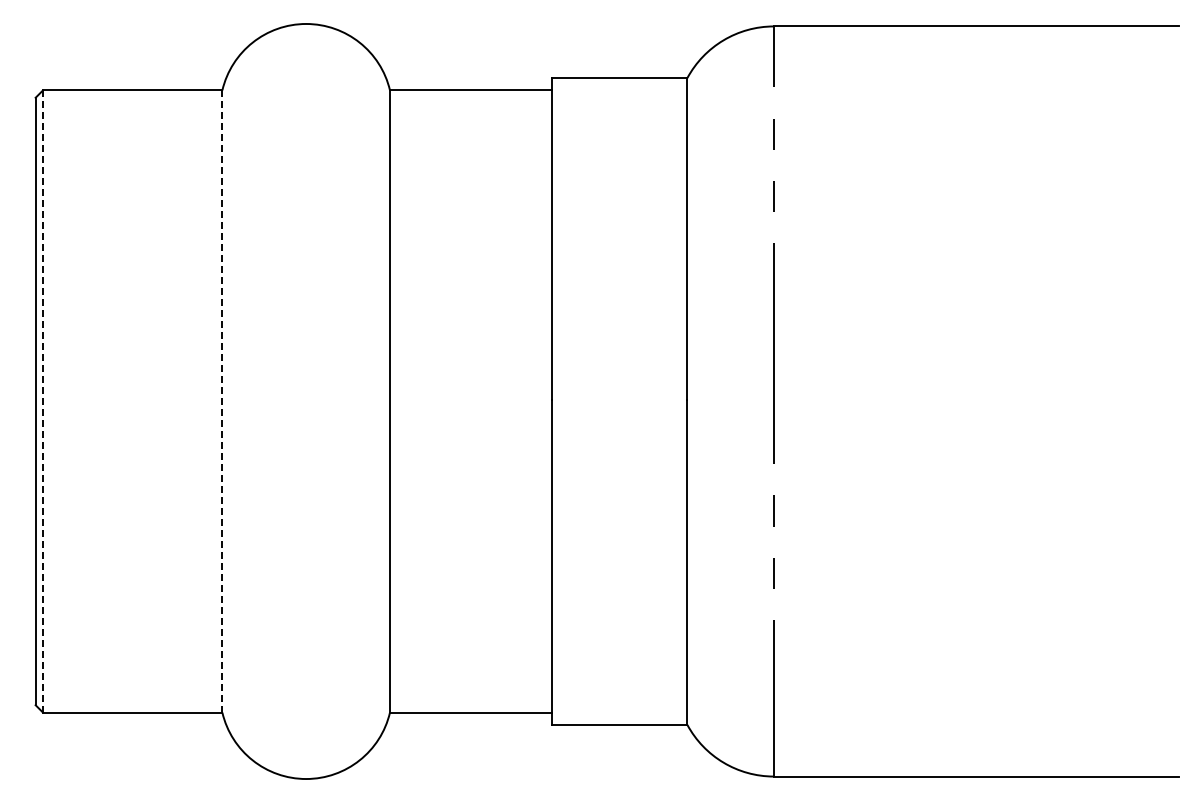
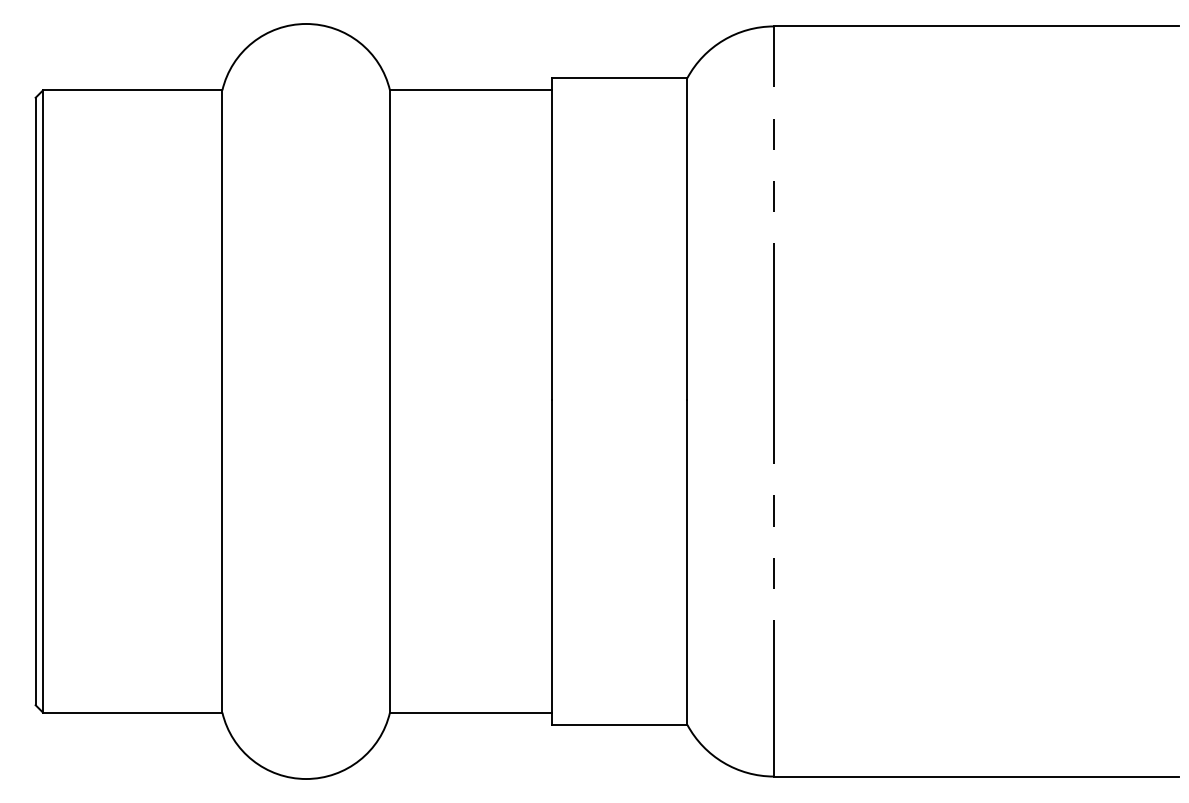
line at (43, 402): dashed -> solid
line at (222, 402): dashed -> solid
